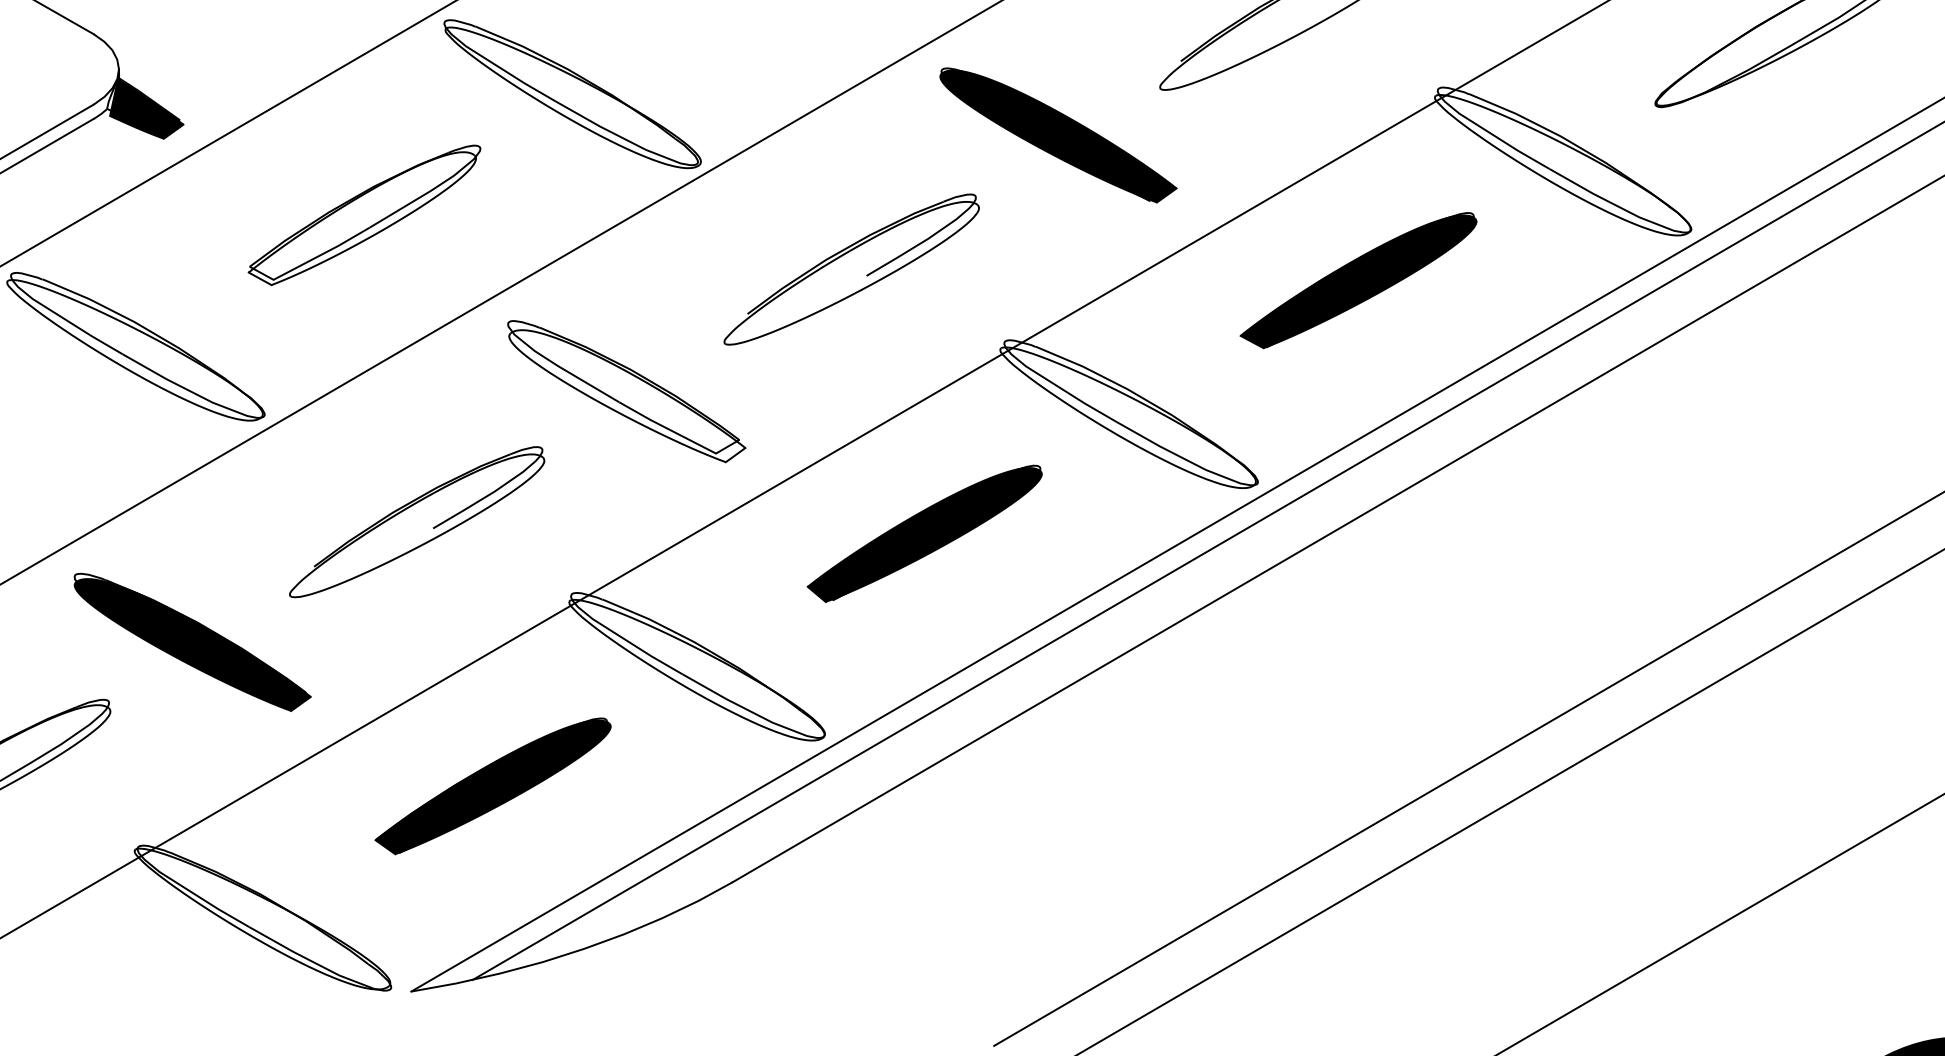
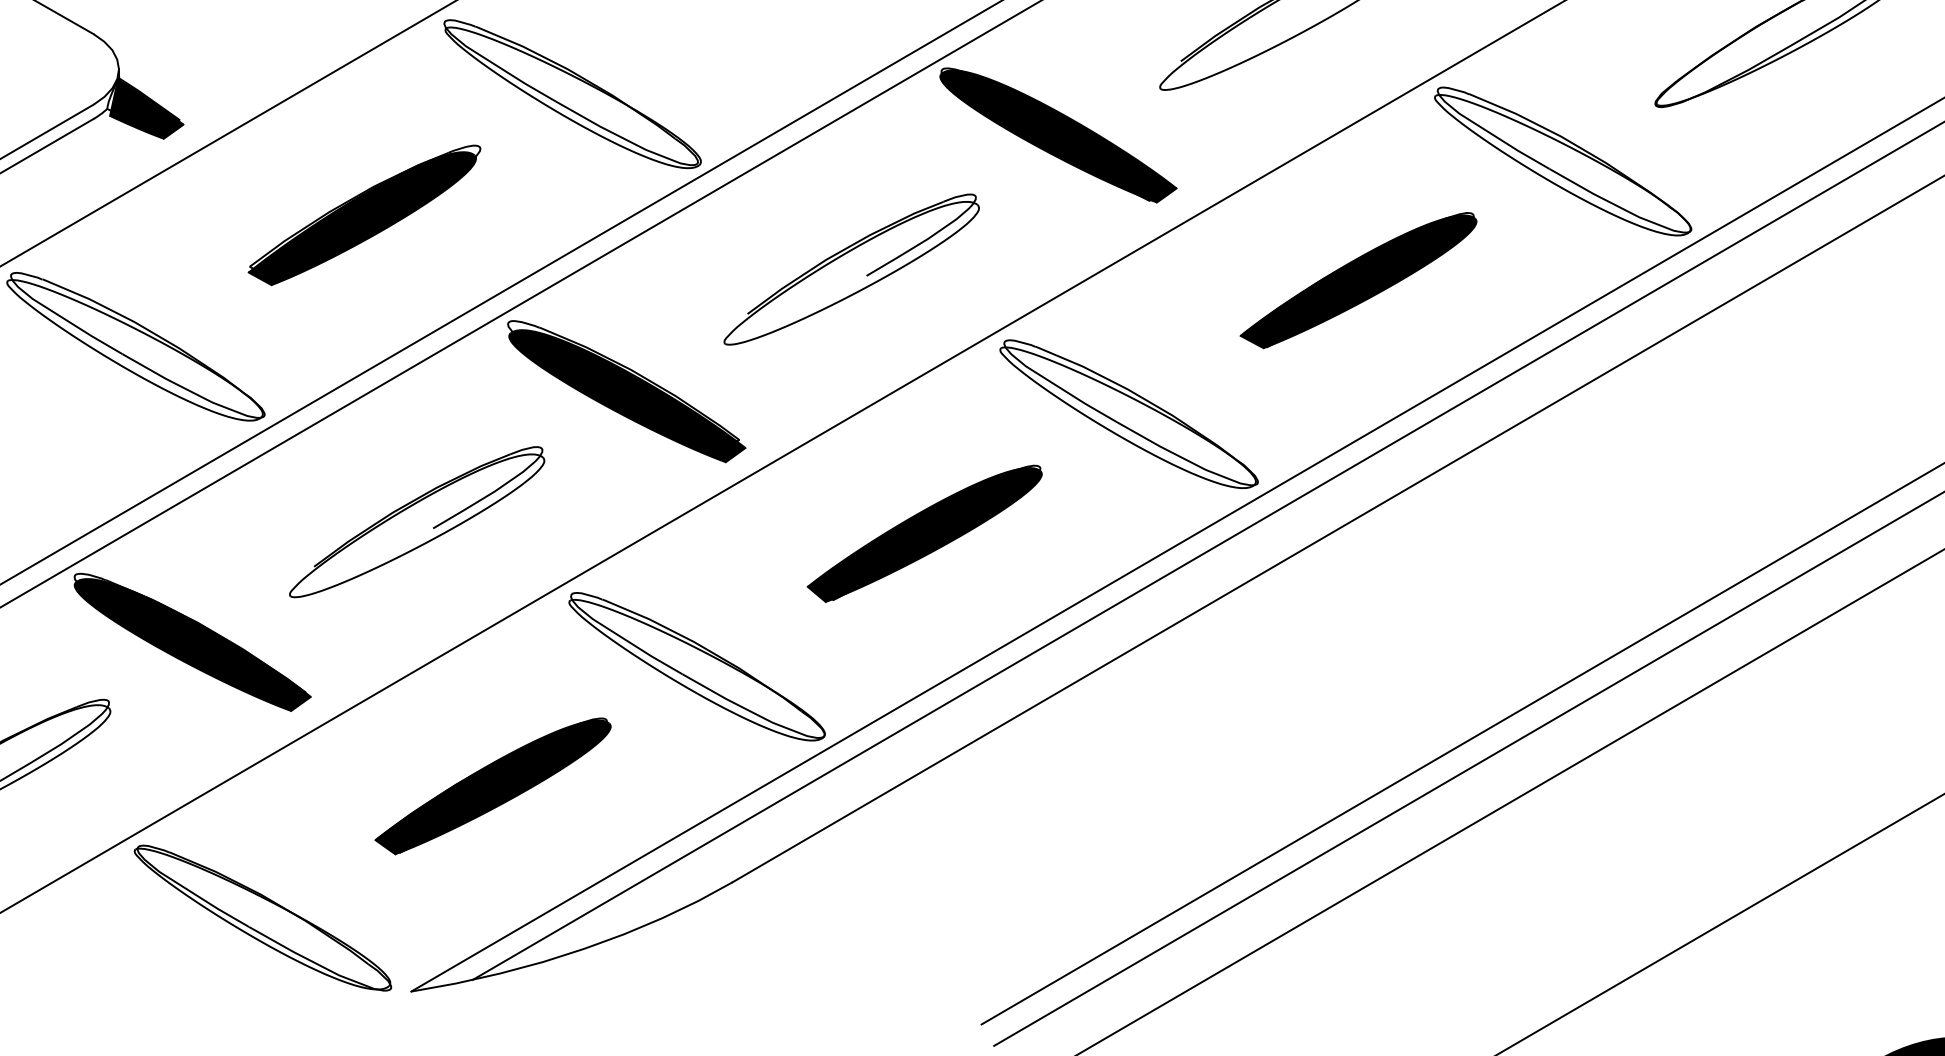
fill at (362, 218): none -> present
line at (520, 304): none -> present
fill at (627, 396): none -> present
line at (803, 469) position: (803, 469) -> (782, 456)
line at (1461, 744): none -> present
